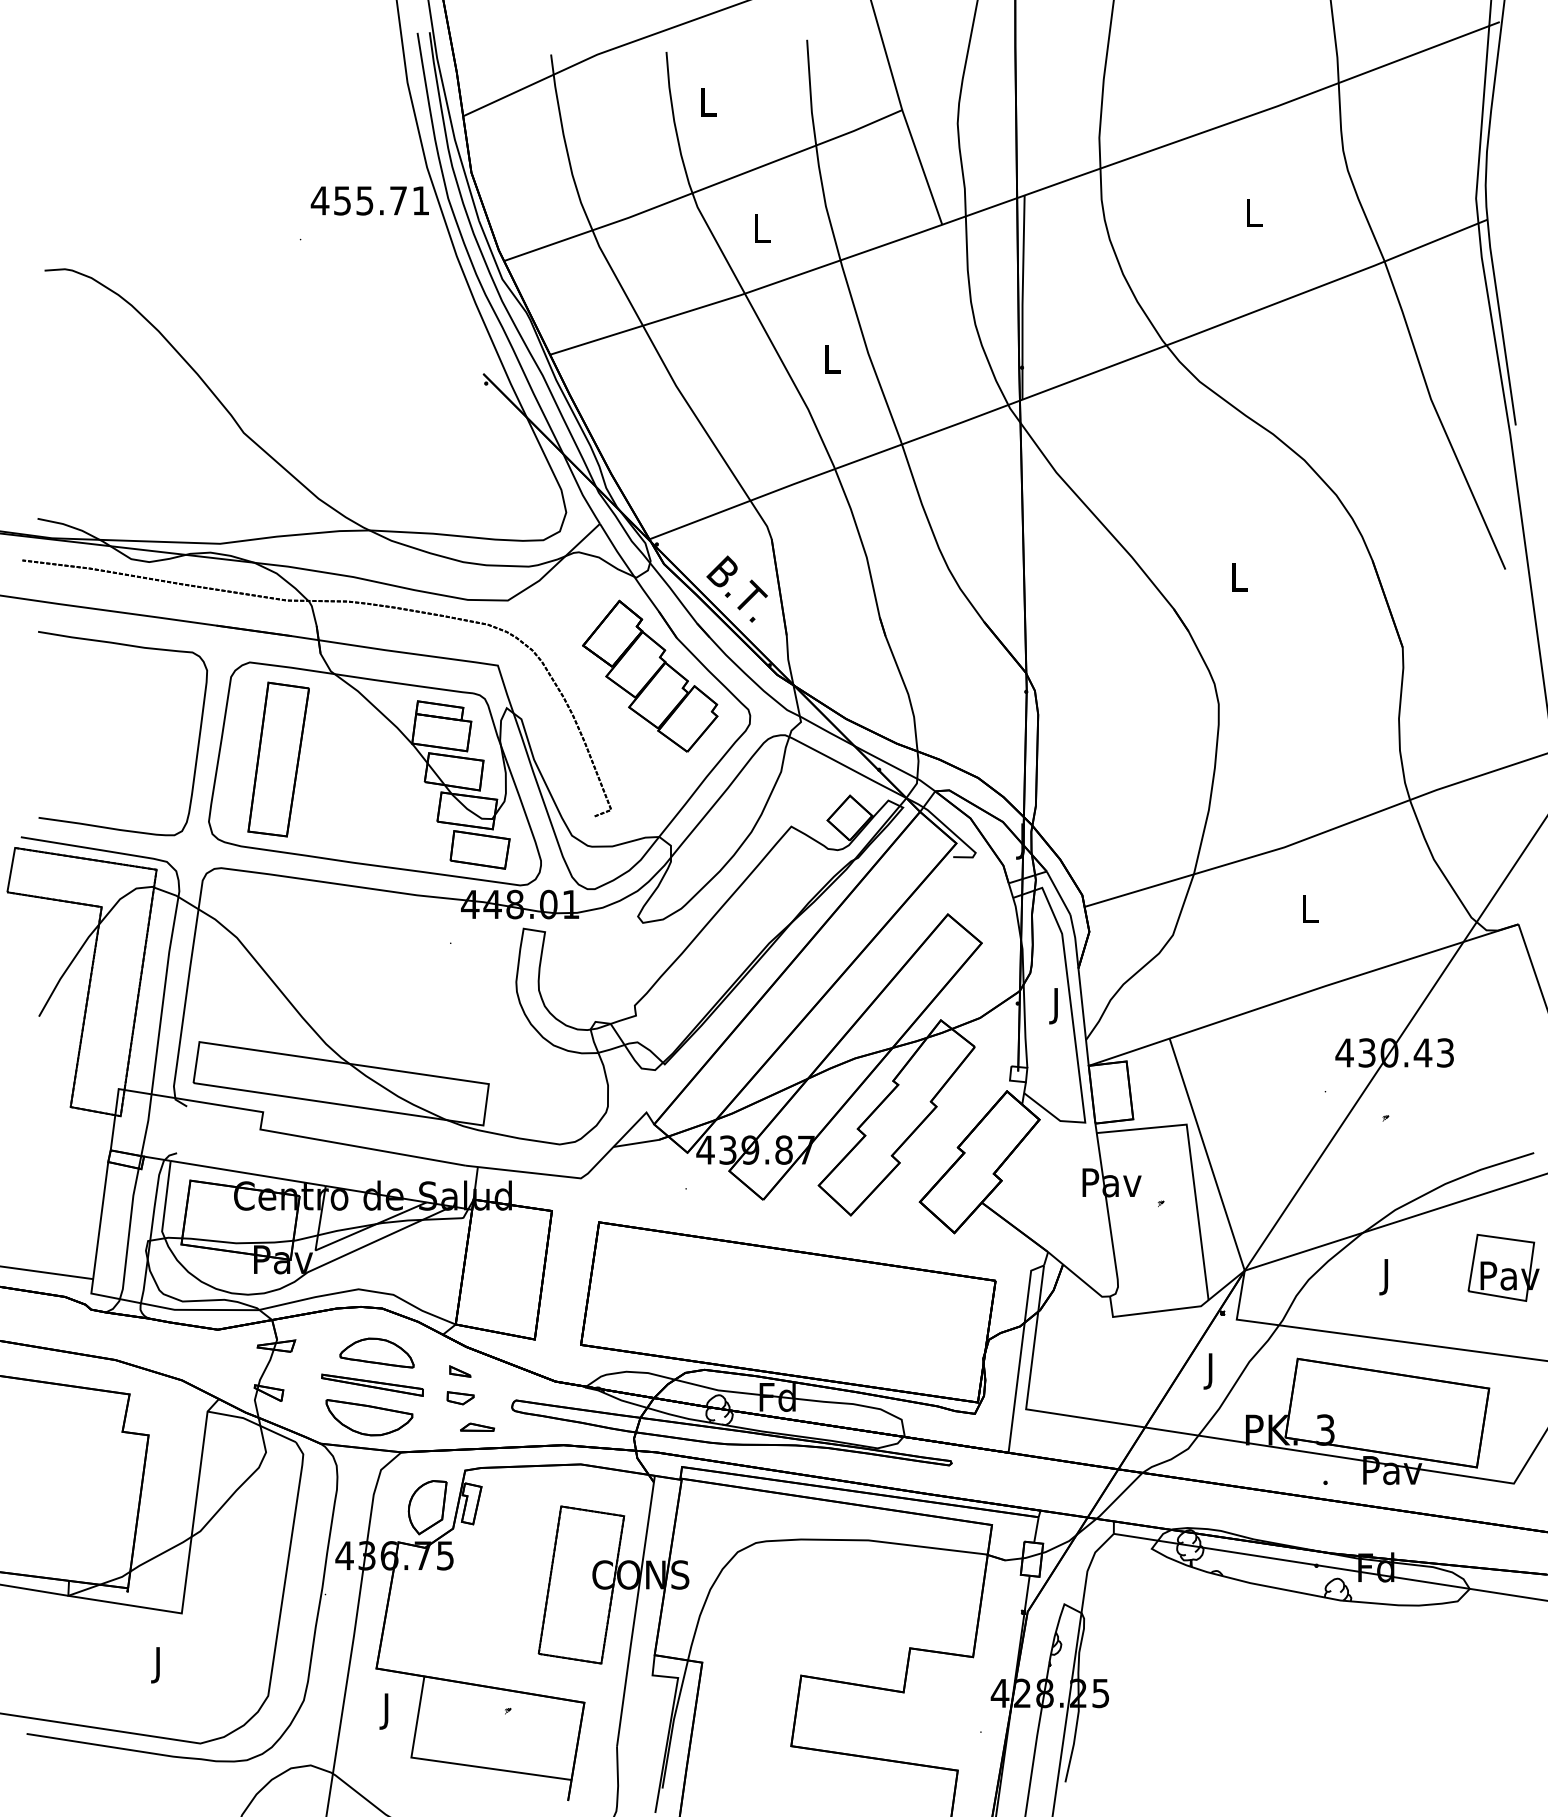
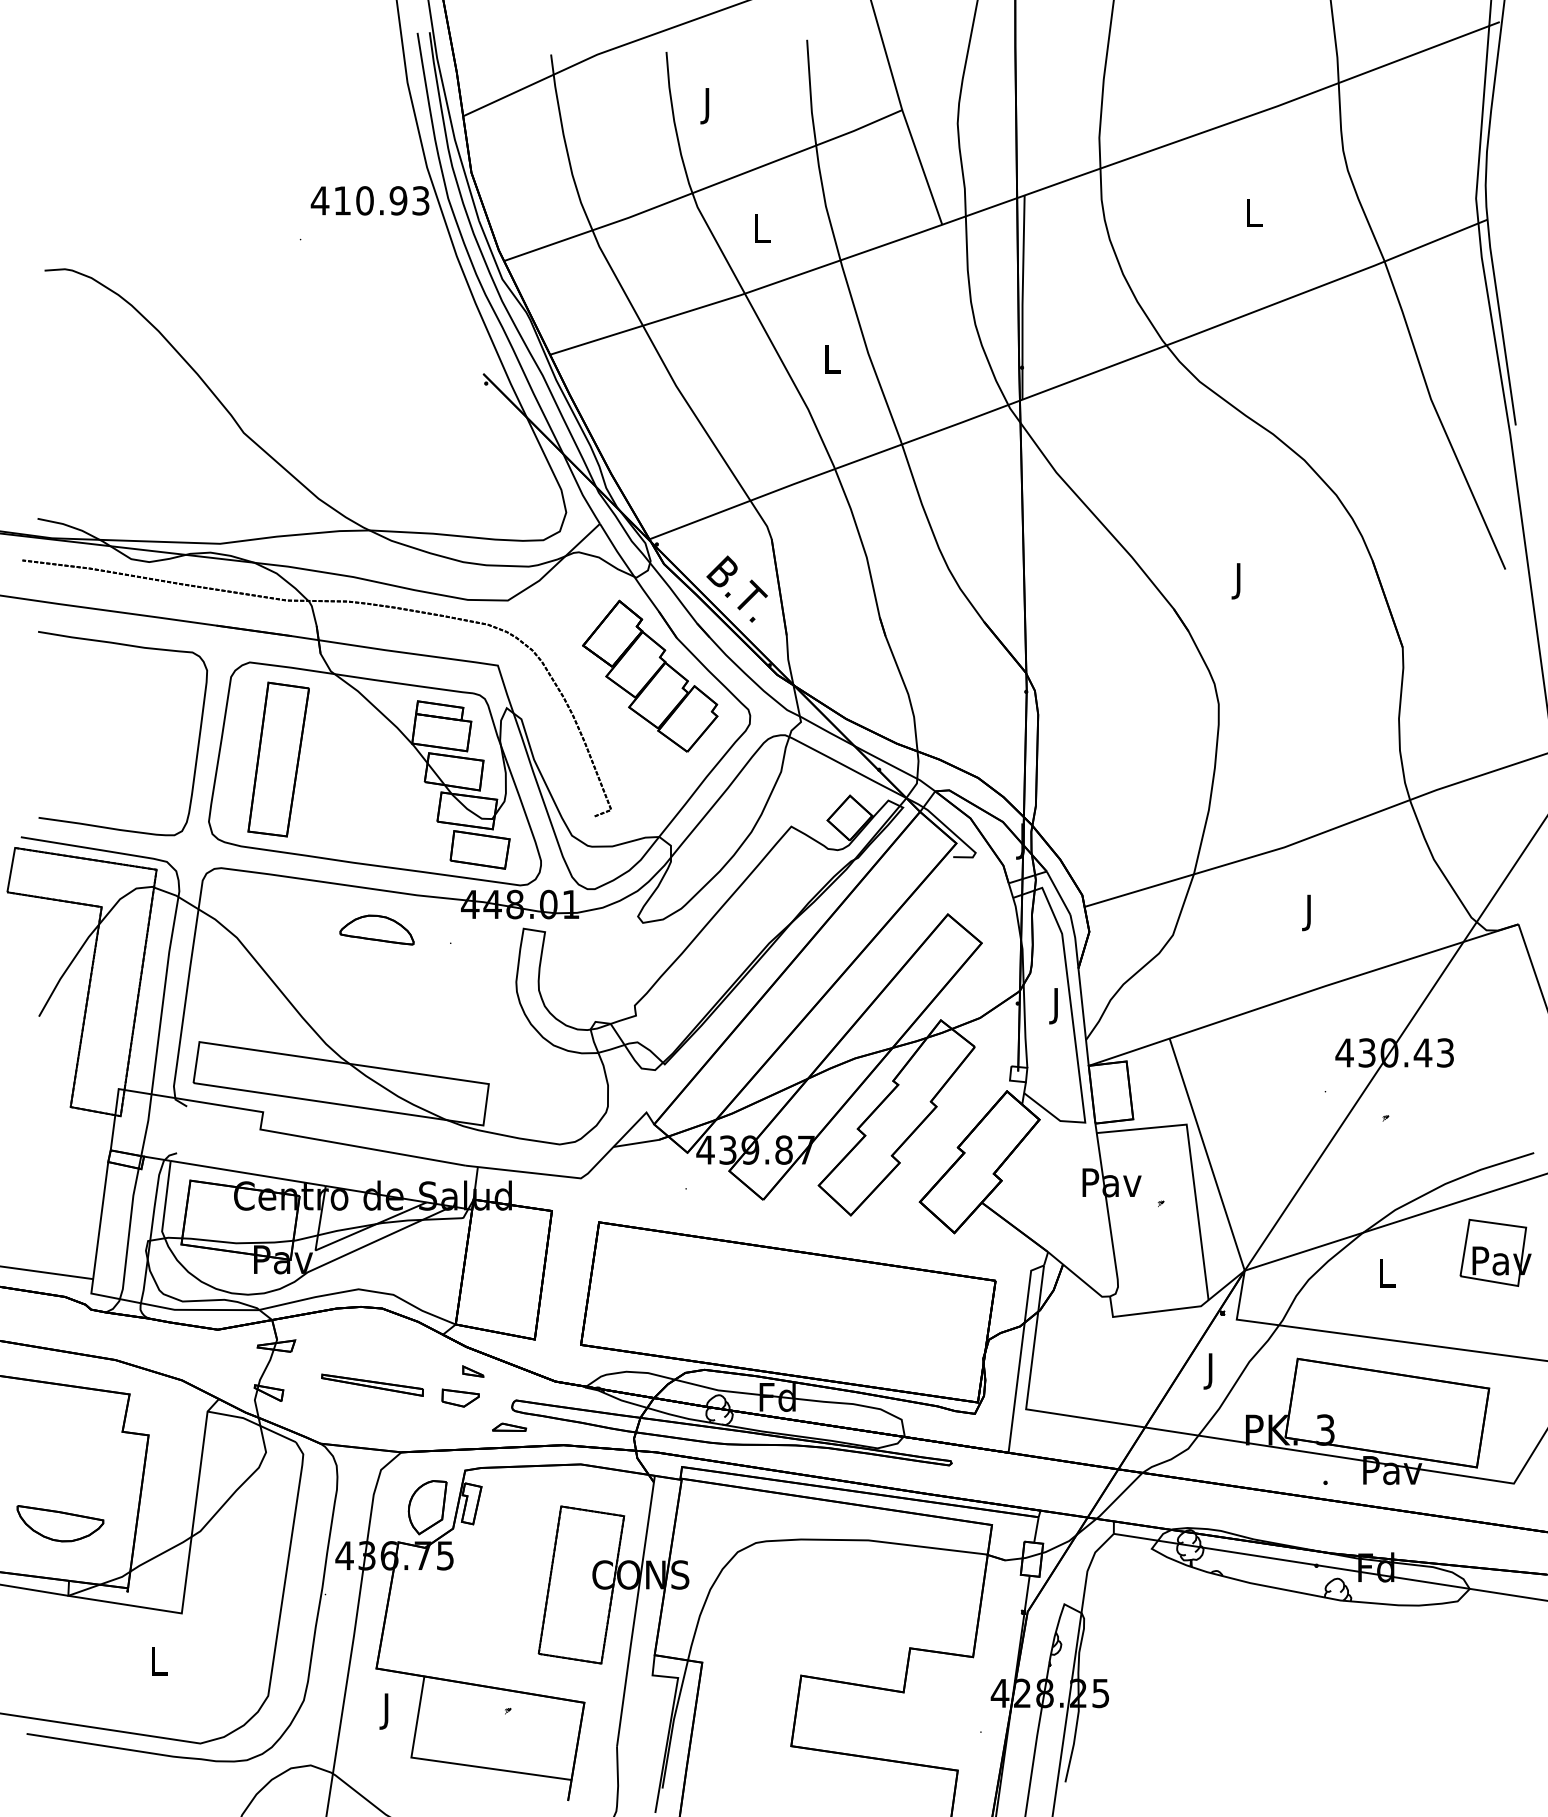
text at (708, 106): L -> J
text at (381, 200): 455.71 -> 410.93
text at (1239, 581): L -> J
text at (1310, 912): L -> J
part at (1503, 1267) position: (1503, 1267) -> (1495, 1252)
text at (1387, 1277): J -> L
part at (376, 1352) position: (376, 1352) -> (376, 929)
part at (460, 1371) position: (460, 1371) -> (473, 1371)
part at (460, 1398) size: 29x15 px -> 39x20 px
part at (369, 1417) position: (369, 1417) -> (60, 1523)
part at (477, 1426) position: (477, 1426) -> (509, 1426)
text at (159, 1665): J -> L
